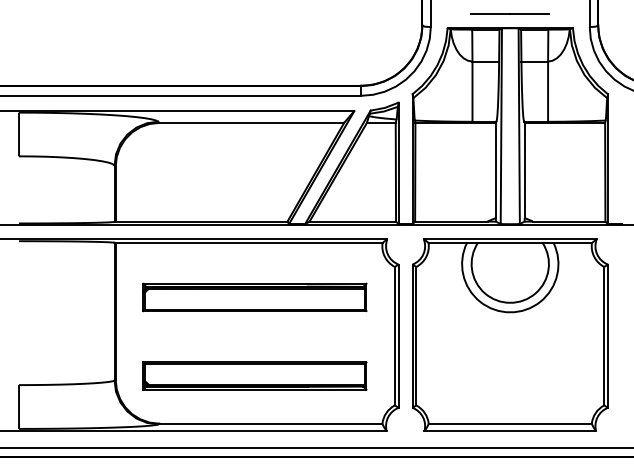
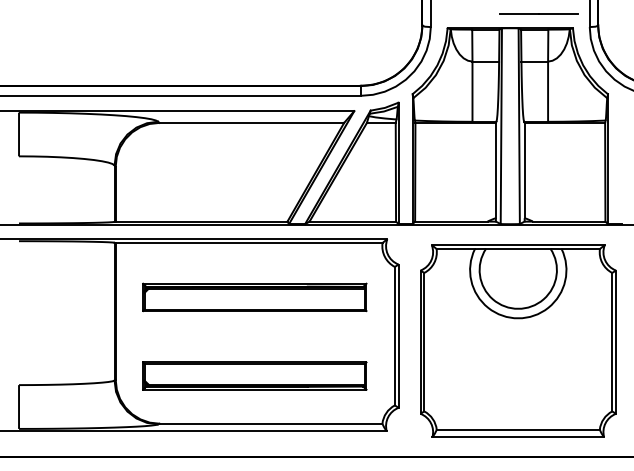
line at (509, 13) position: (509, 13) -> (538, 13)
part at (510, 334) position: (510, 334) -> (518, 340)
line at (316, 448): present -> none
